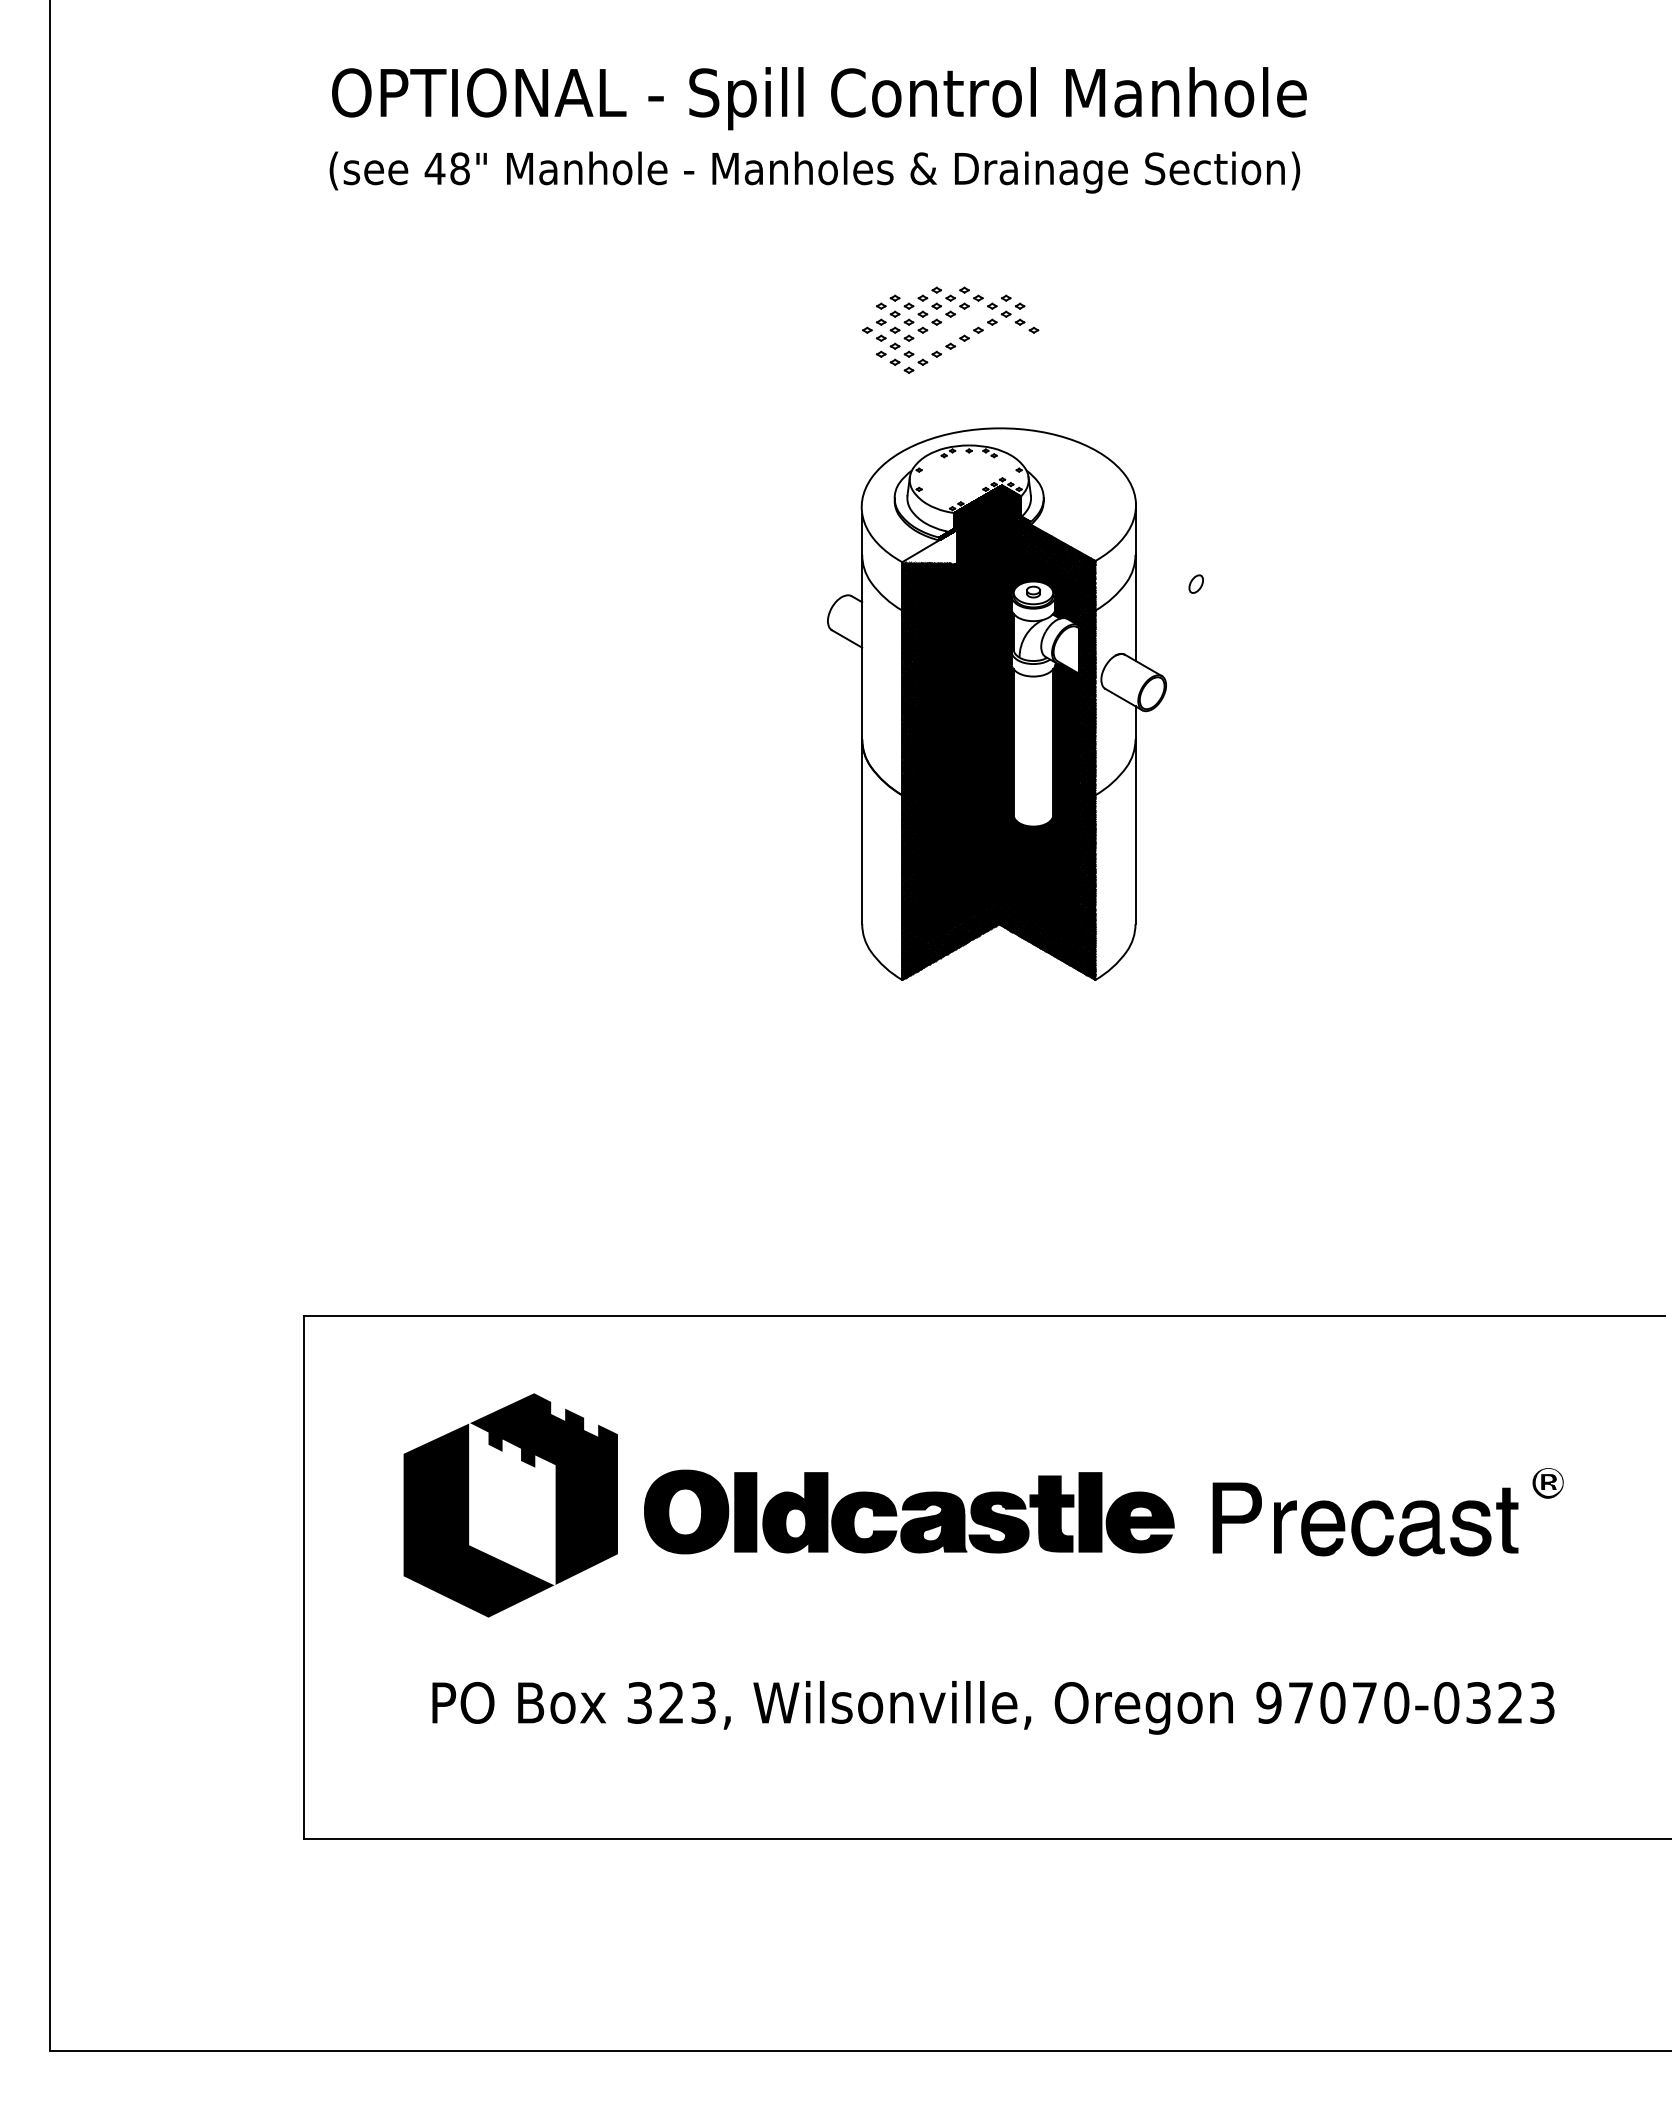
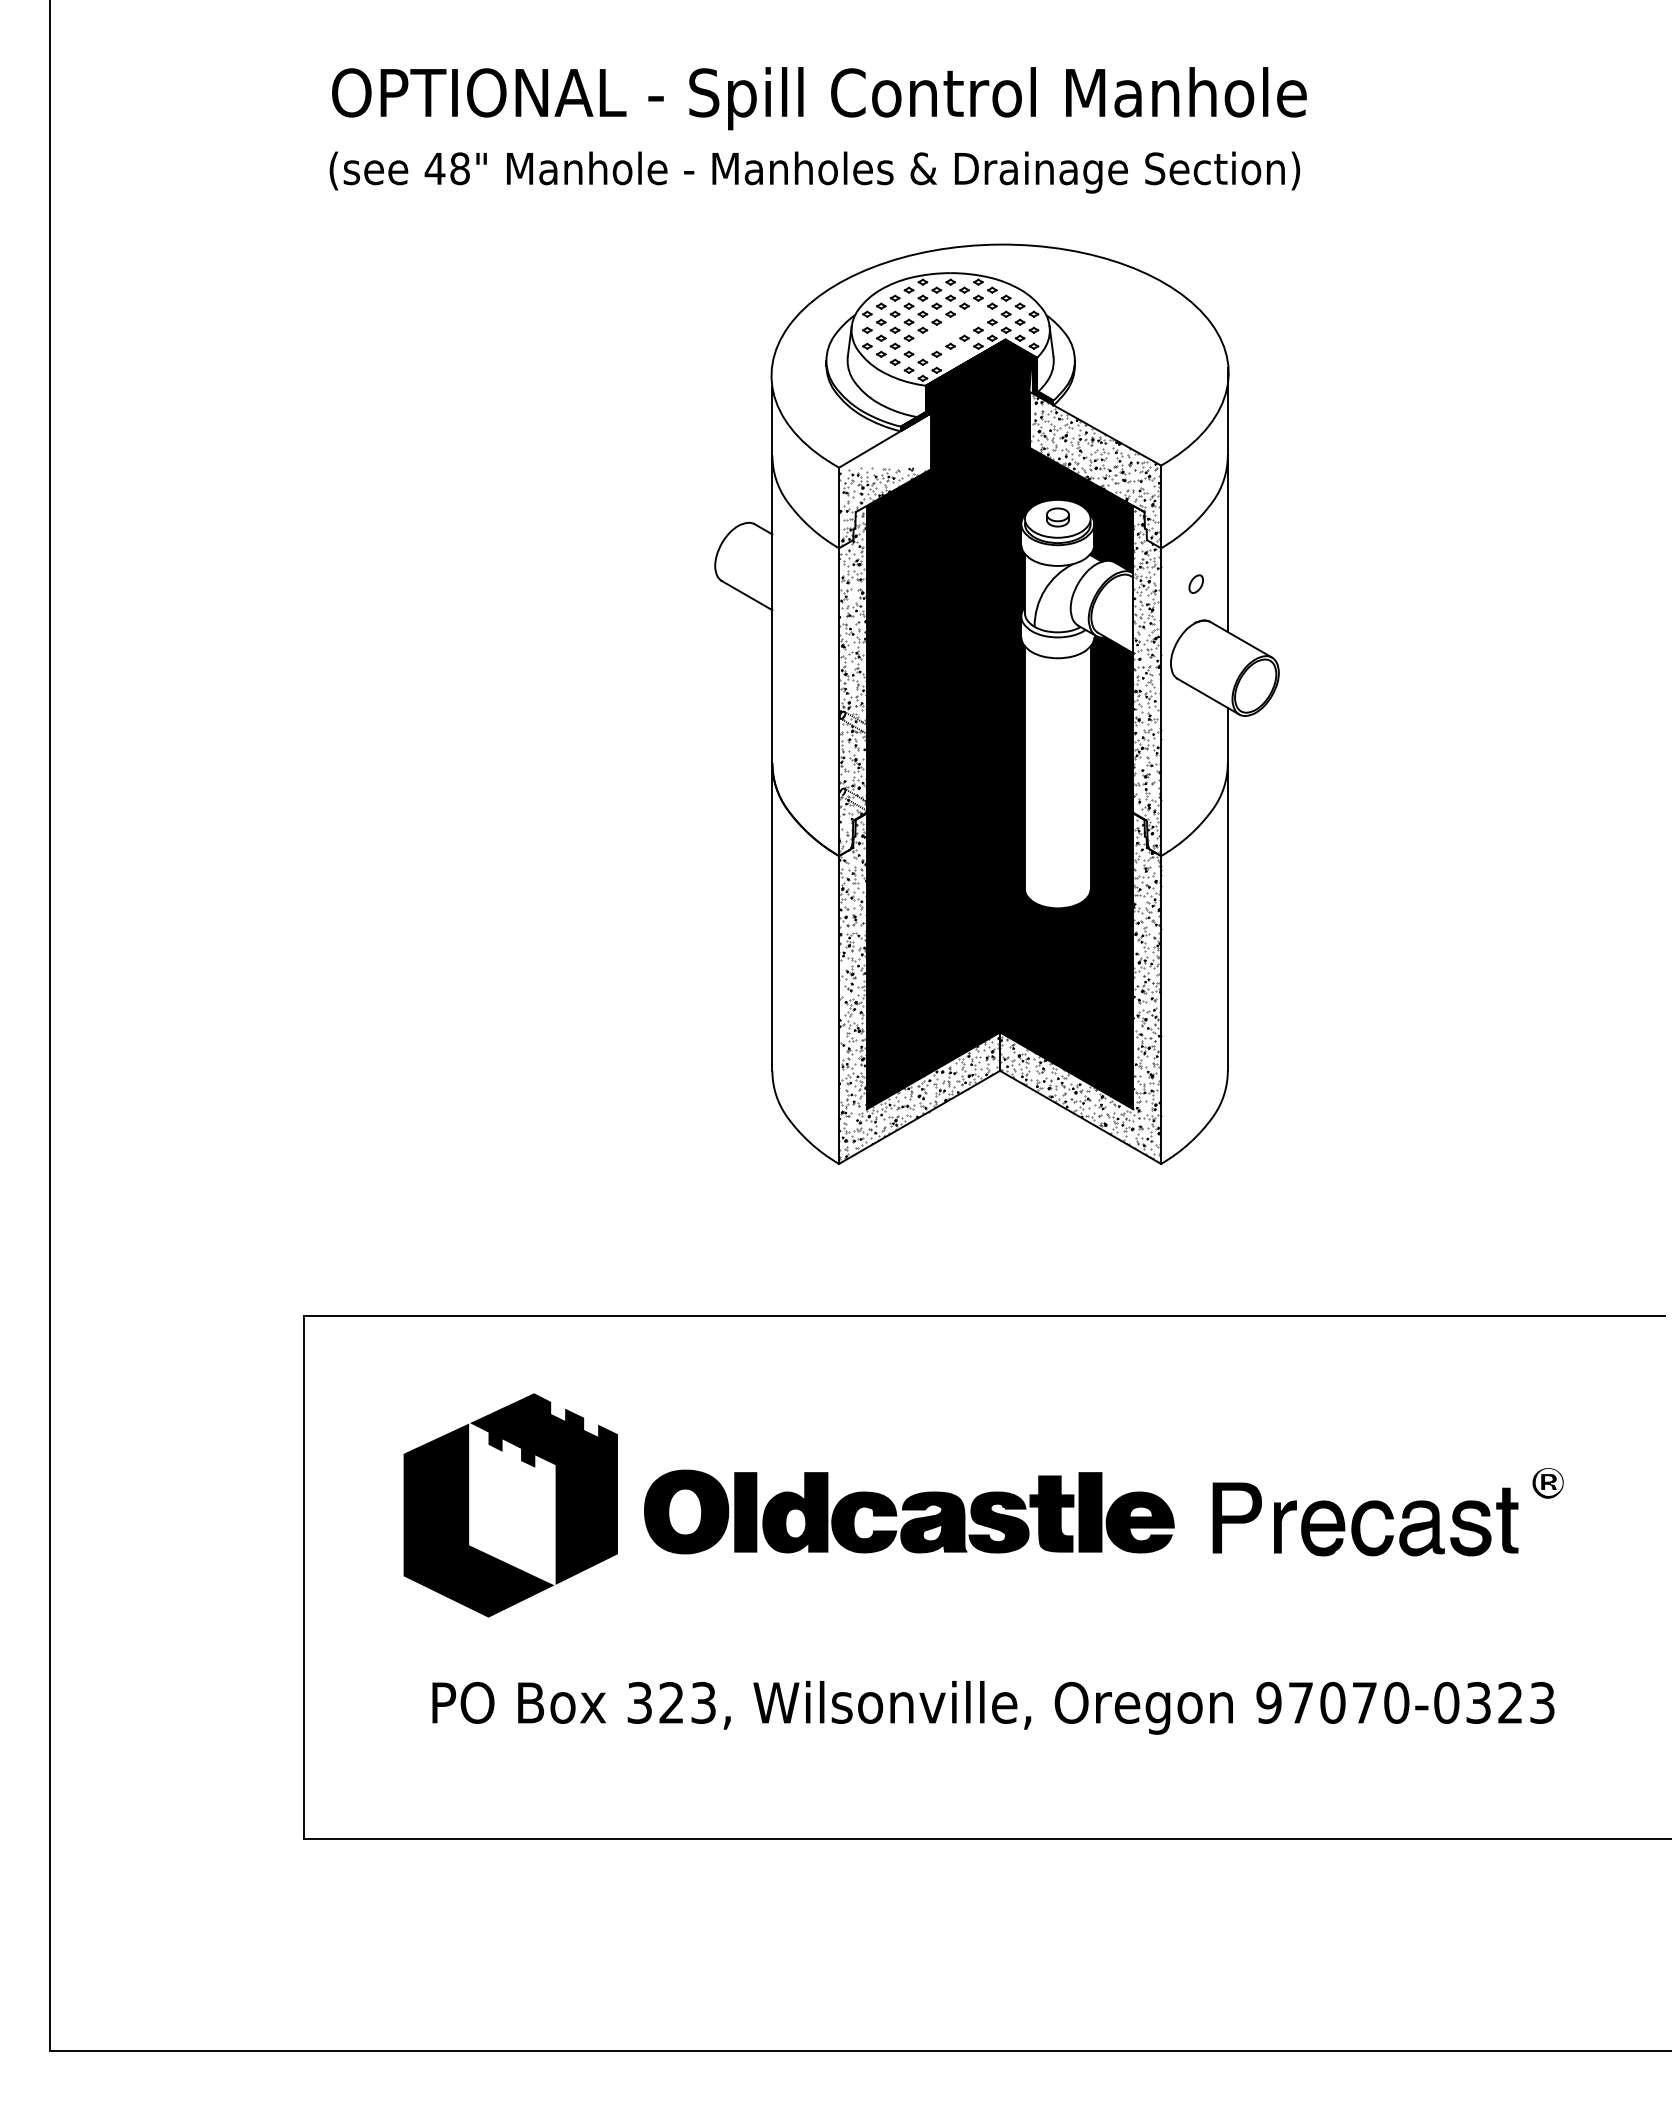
part at (996, 703) size: 340x554 px -> 566x922 px
